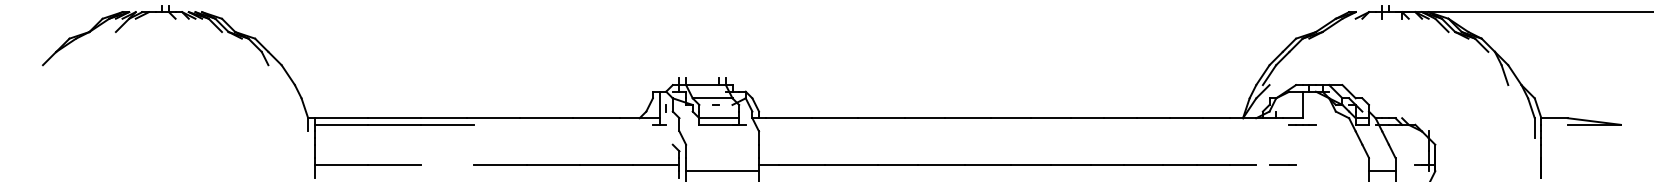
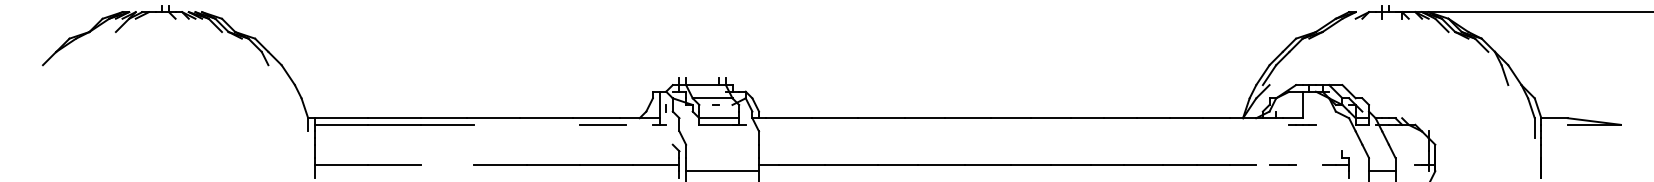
line at (603, 124): none -> present
part at (1335, 164): none -> present
